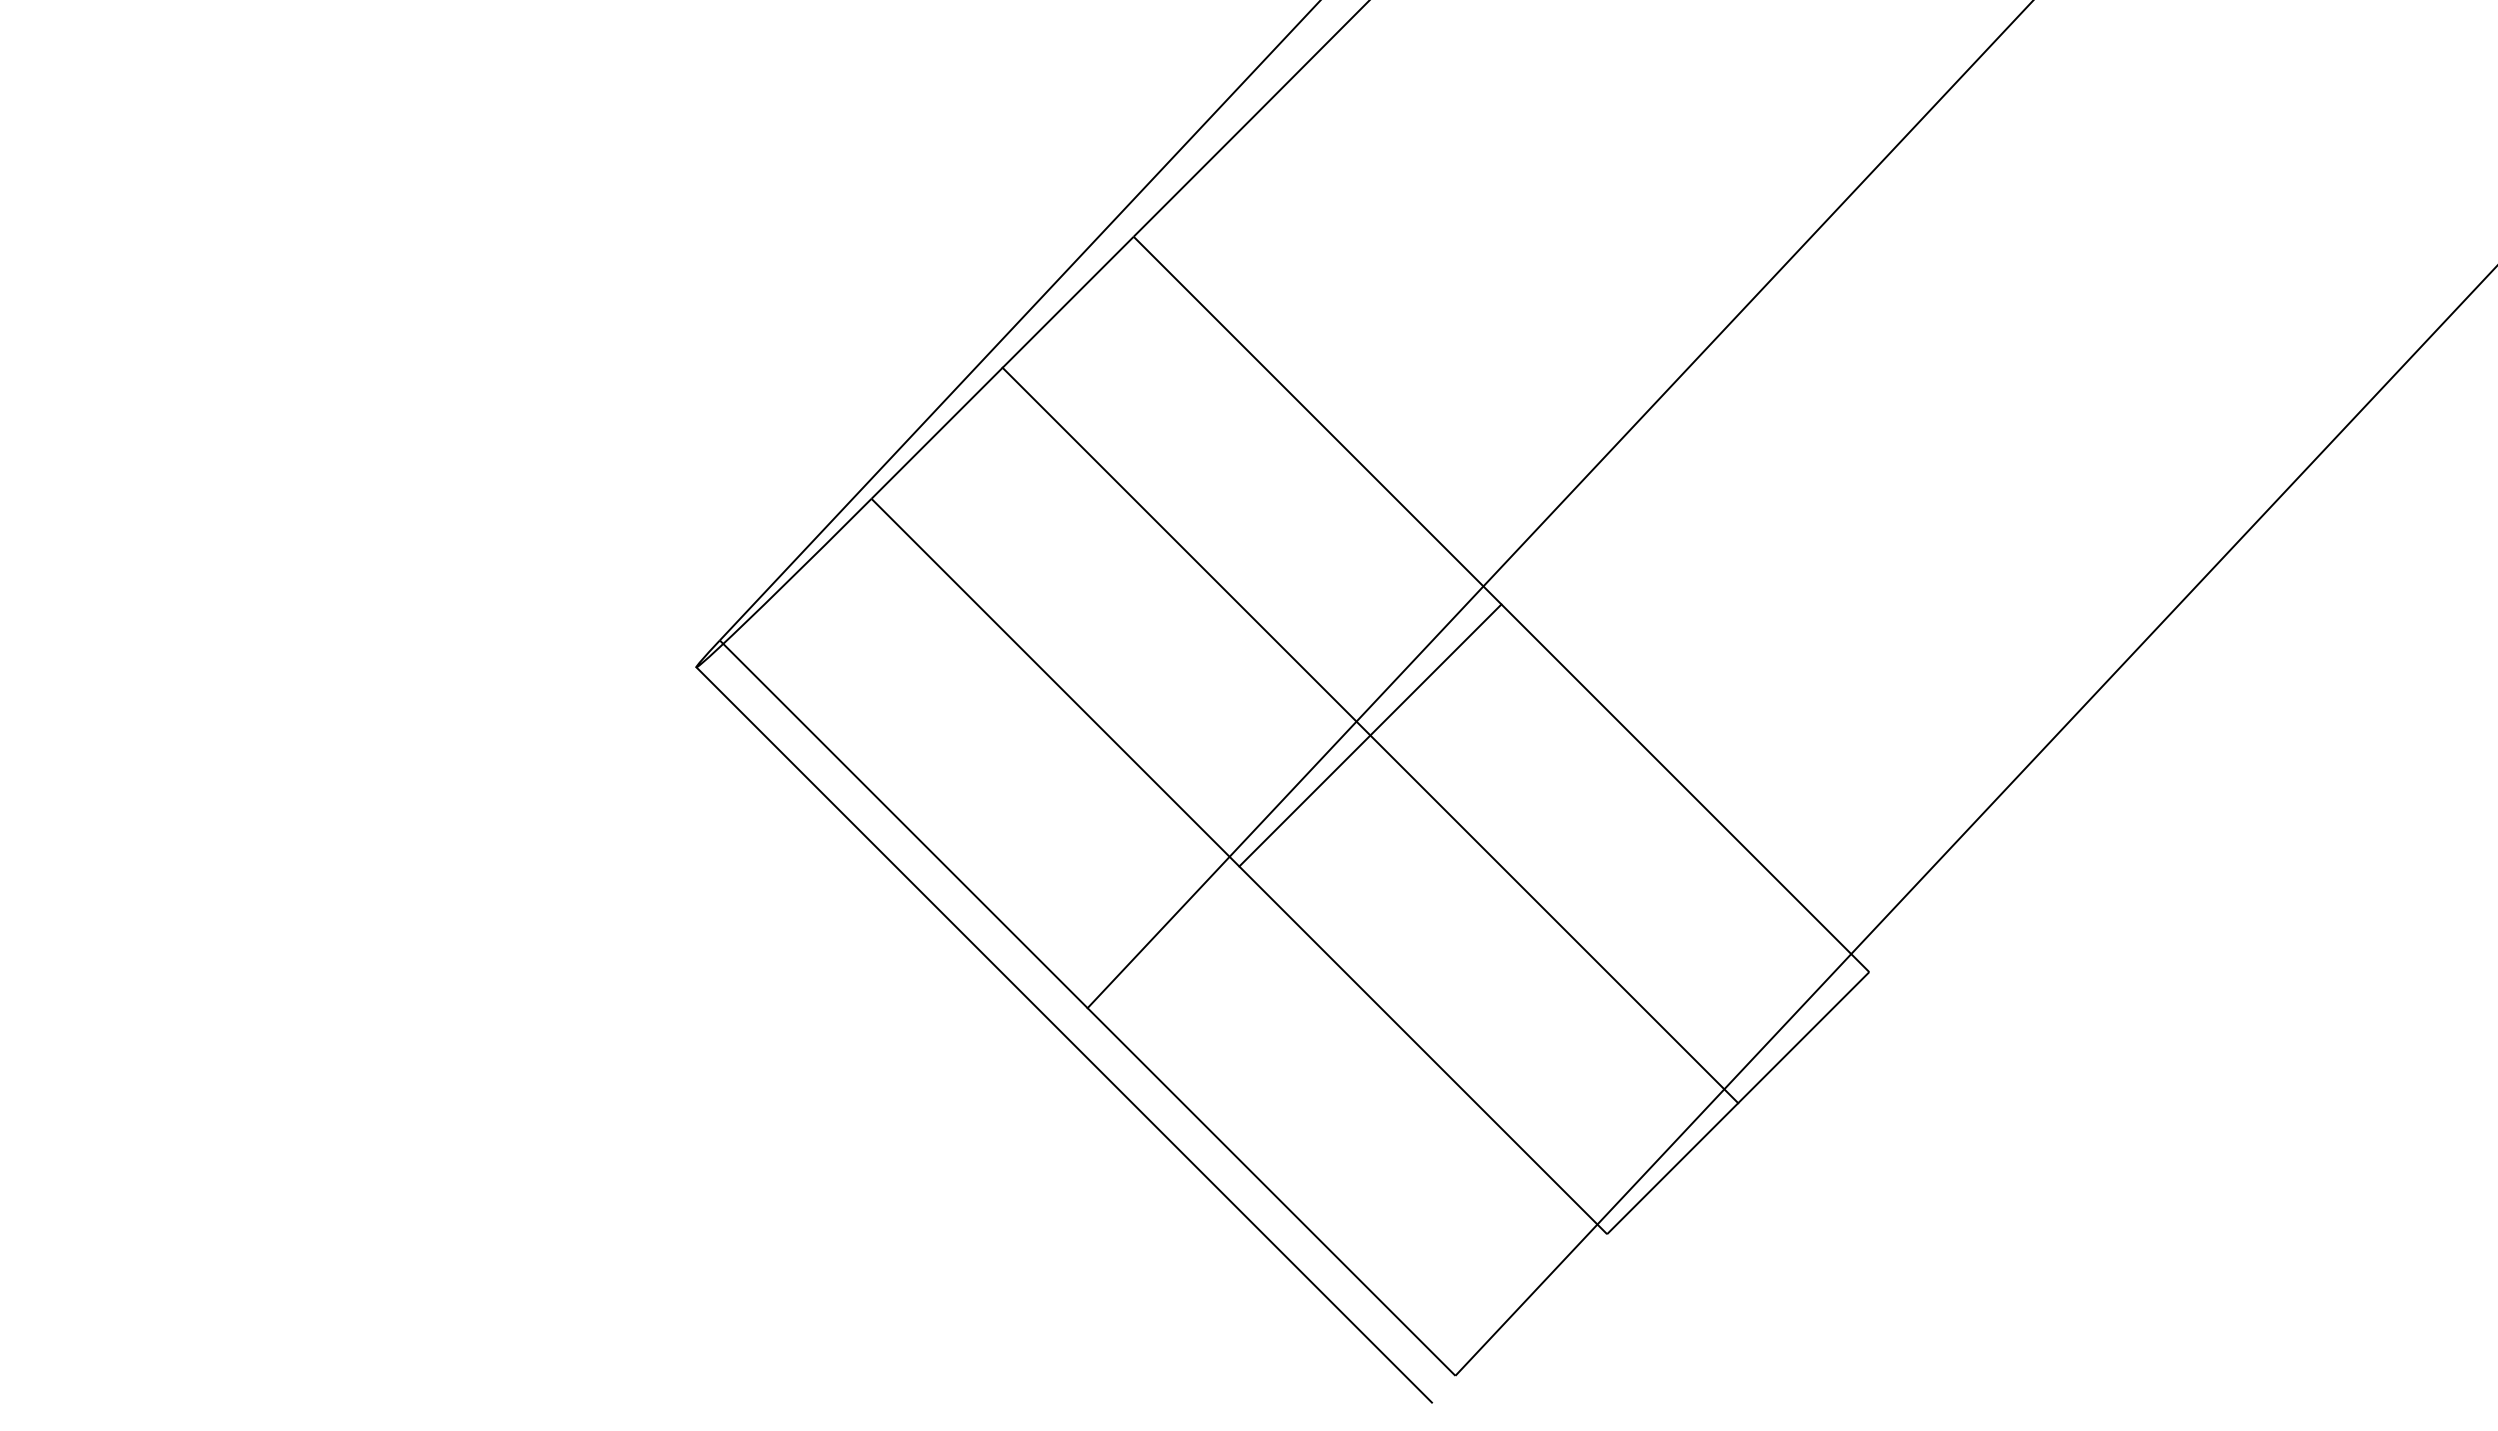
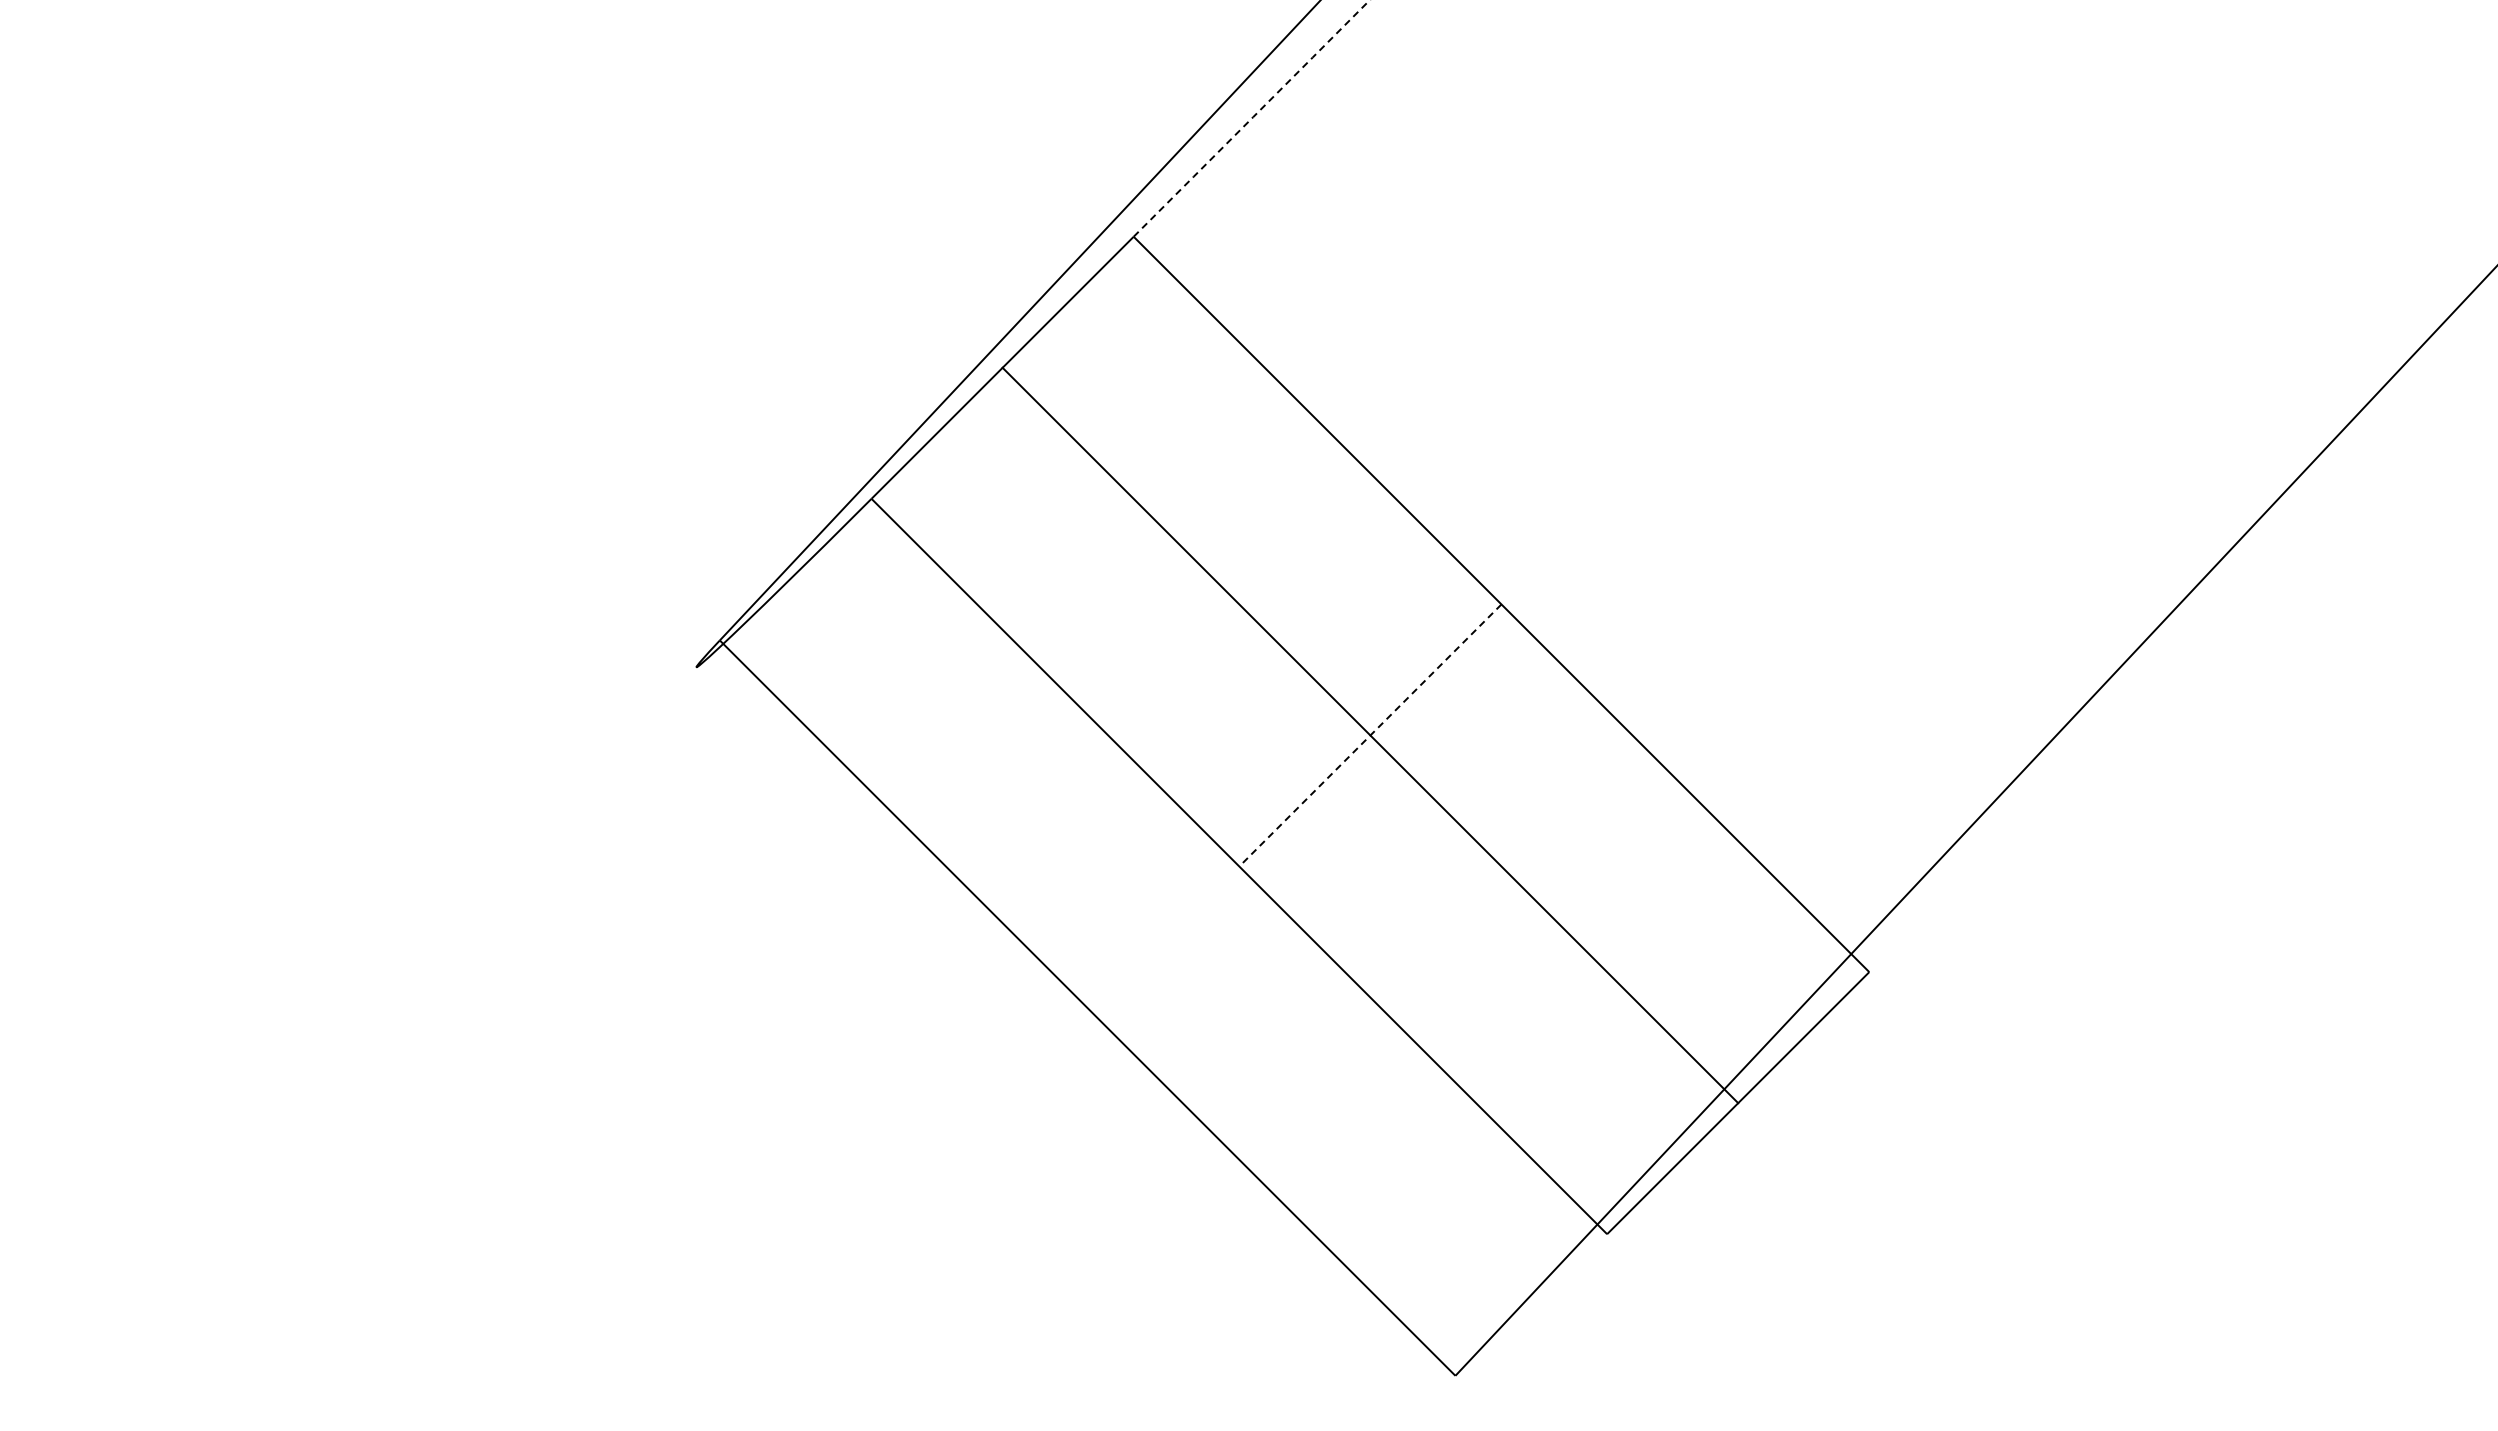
arc at (1252, 117): solid -> dashed
line at (1559, 505): present -> none
line at (1370, 735): solid -> dashed
line at (1063, 1034): present -> none
